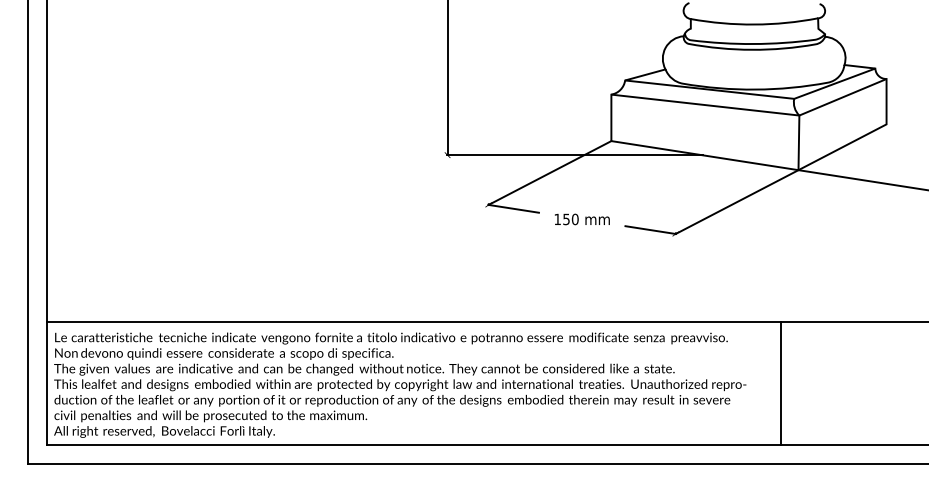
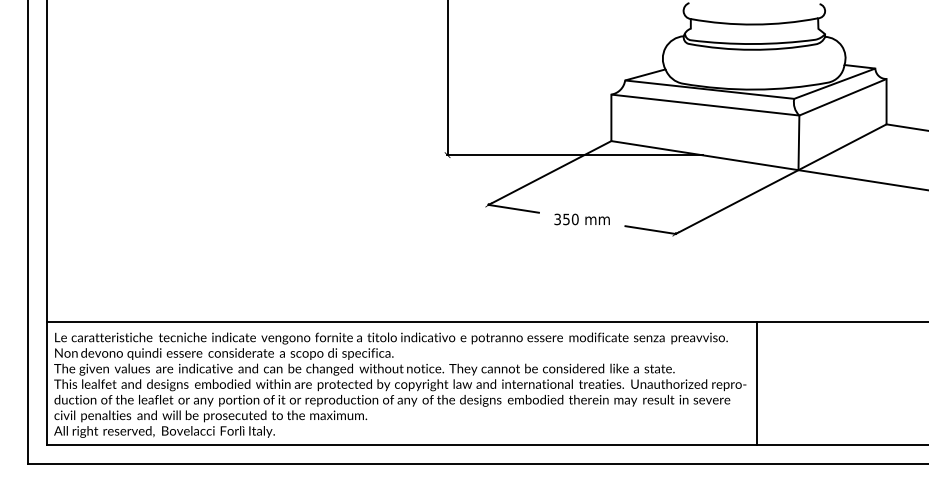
line at (905, 127): none -> present
text at (557, 219): 150 -> 350
line at (780, 383) position: (780, 383) -> (756, 383)
